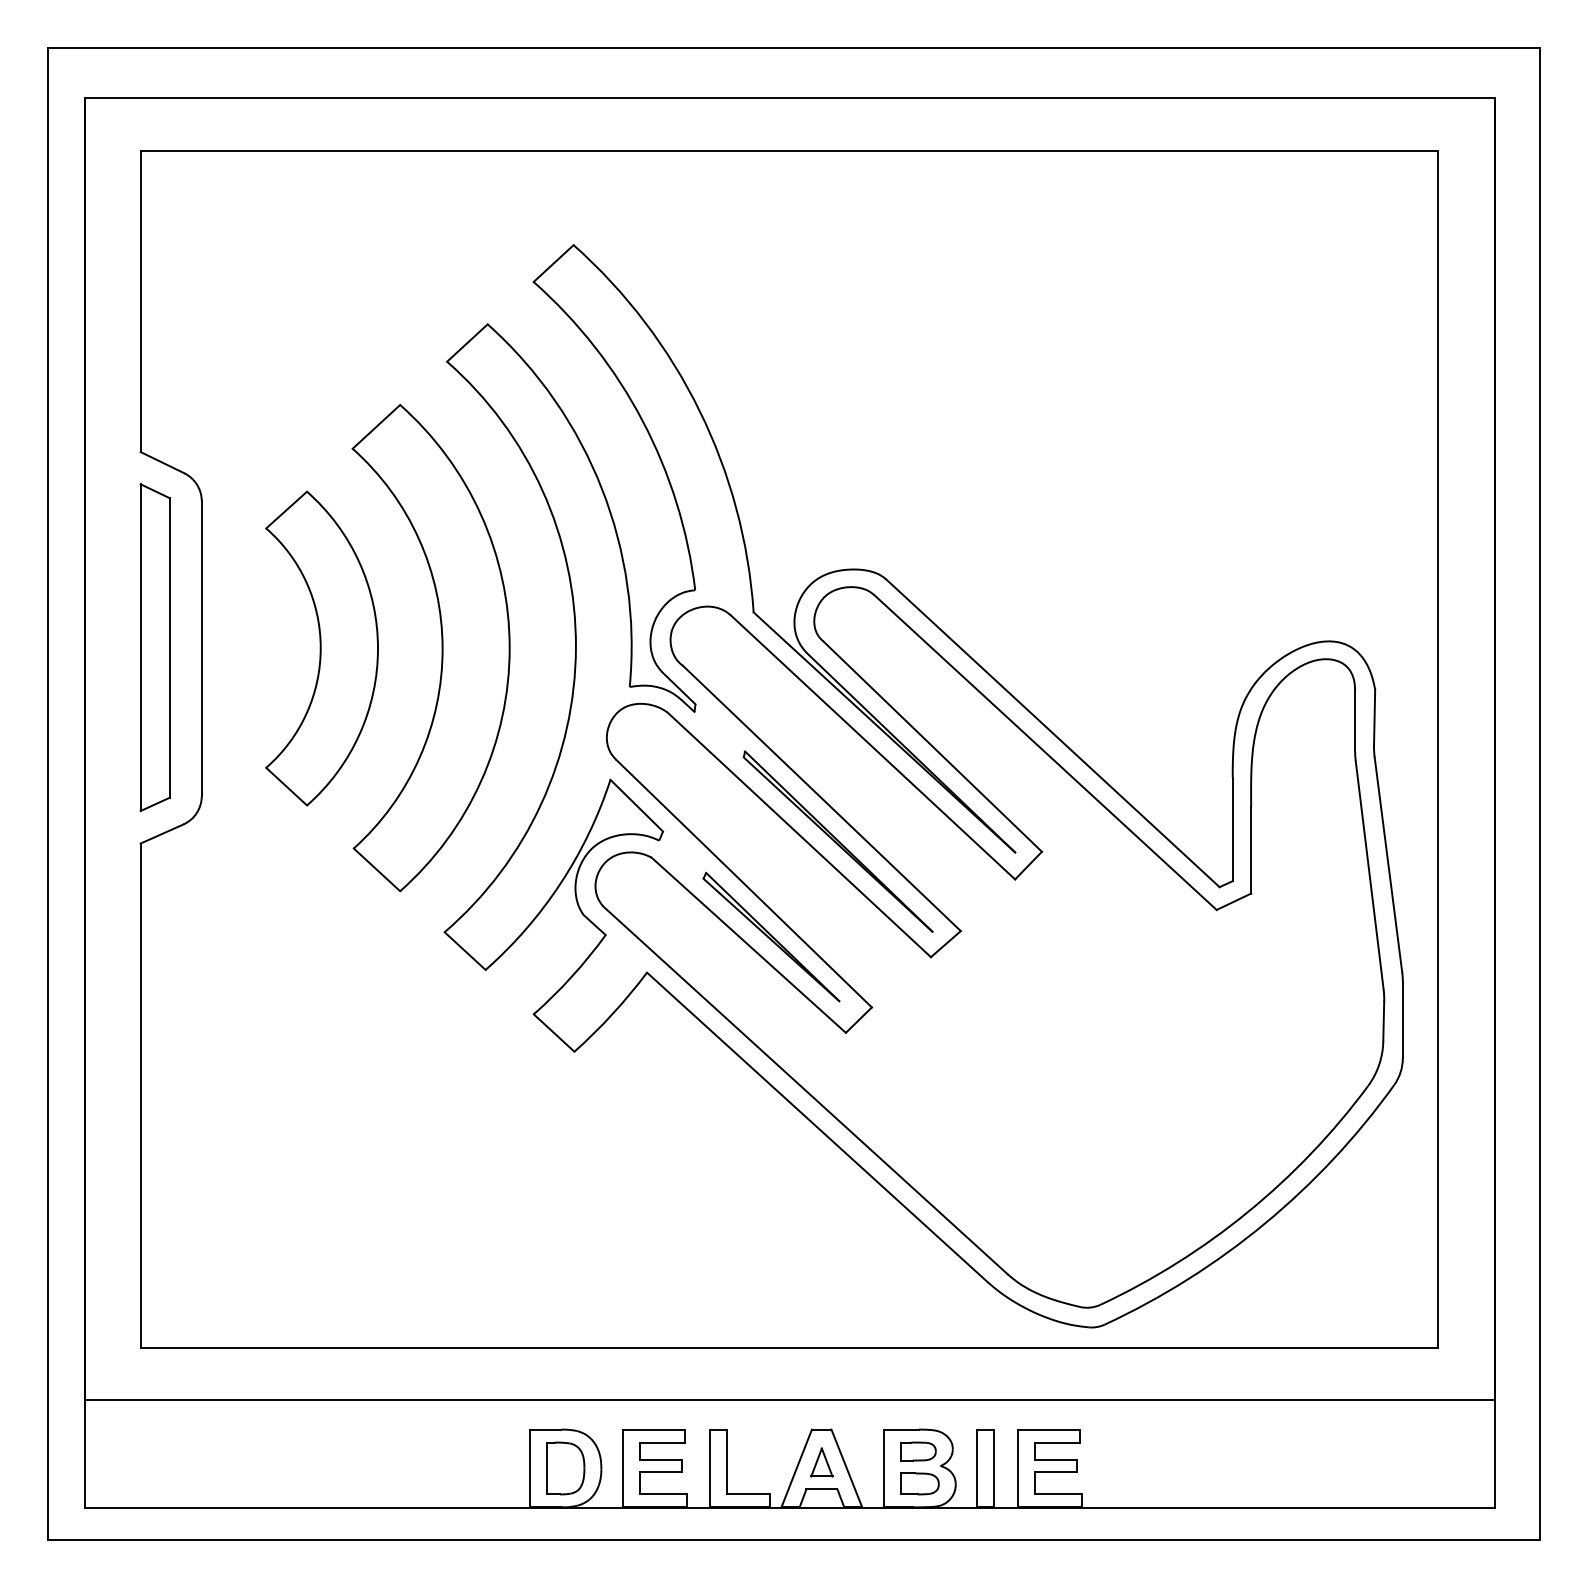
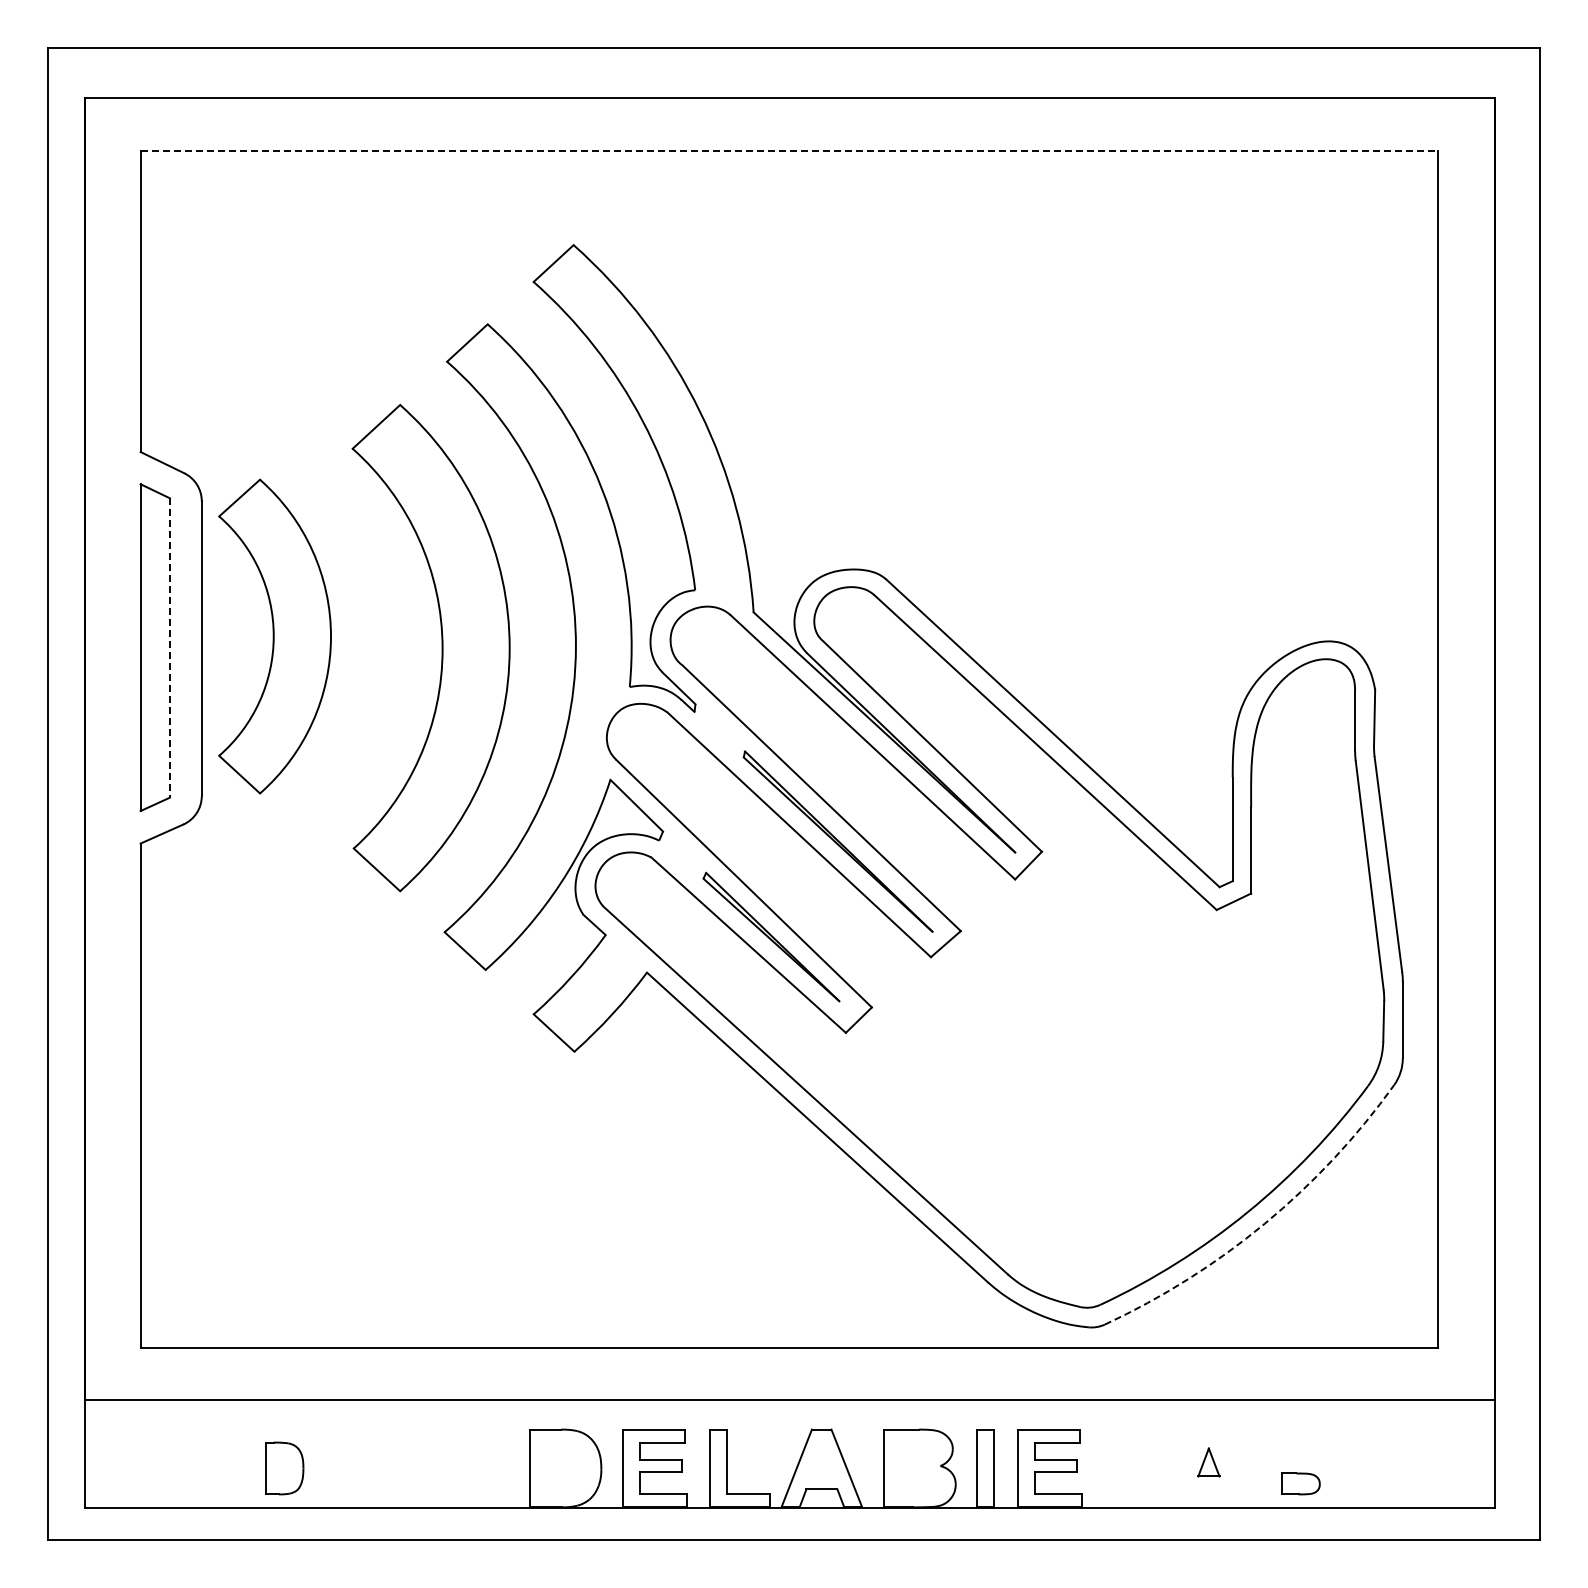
line at (789, 150): solid -> dashed
line at (169, 647): solid -> dashed
part at (321, 648) position: (321, 648) -> (274, 636)
arc at (1264, 1223): solid -> dashed
part at (918, 1451): present -> none
part at (821, 1462) position: (821, 1462) -> (1208, 1462)
part at (565, 1468) position: (565, 1468) -> (284, 1468)
part at (919, 1483) position: (919, 1483) -> (1300, 1483)
